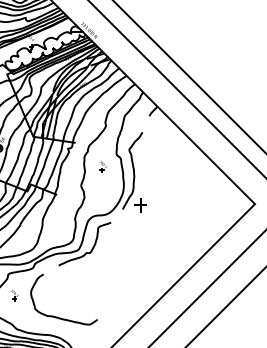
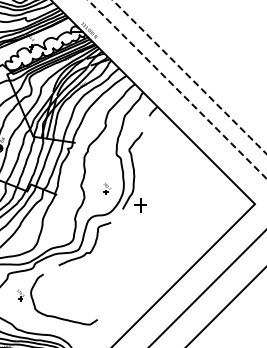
line at (189, 76): solid -> dashed
line at (177, 89): solid -> dashed
part at (103, 166) position: (103, 166) -> (107, 188)
part at (14, 295) position: (14, 295) -> (20, 295)
